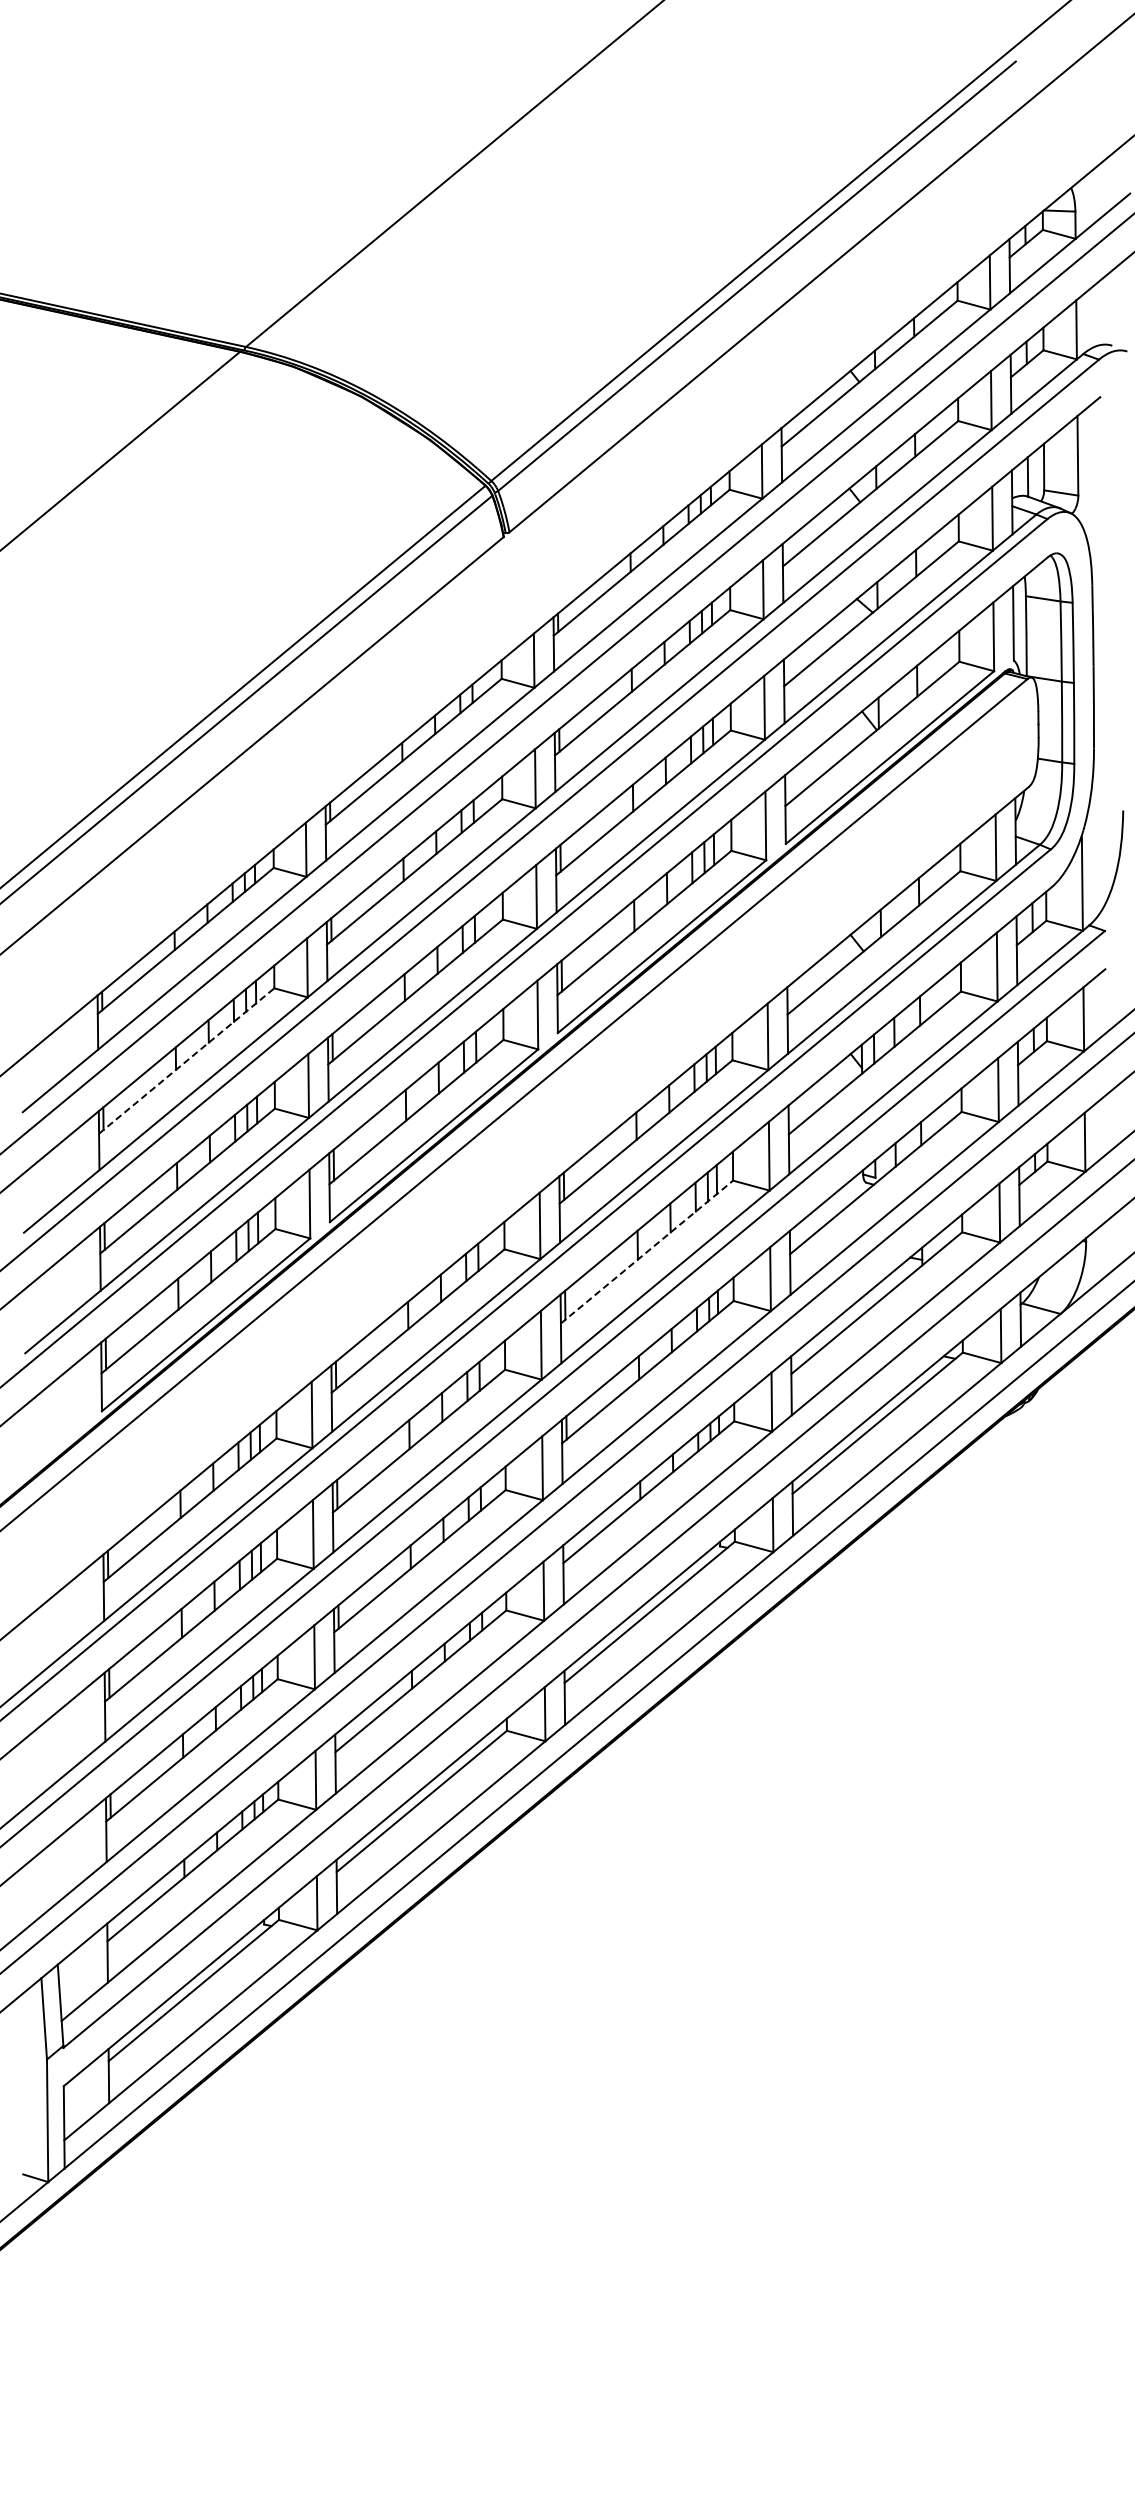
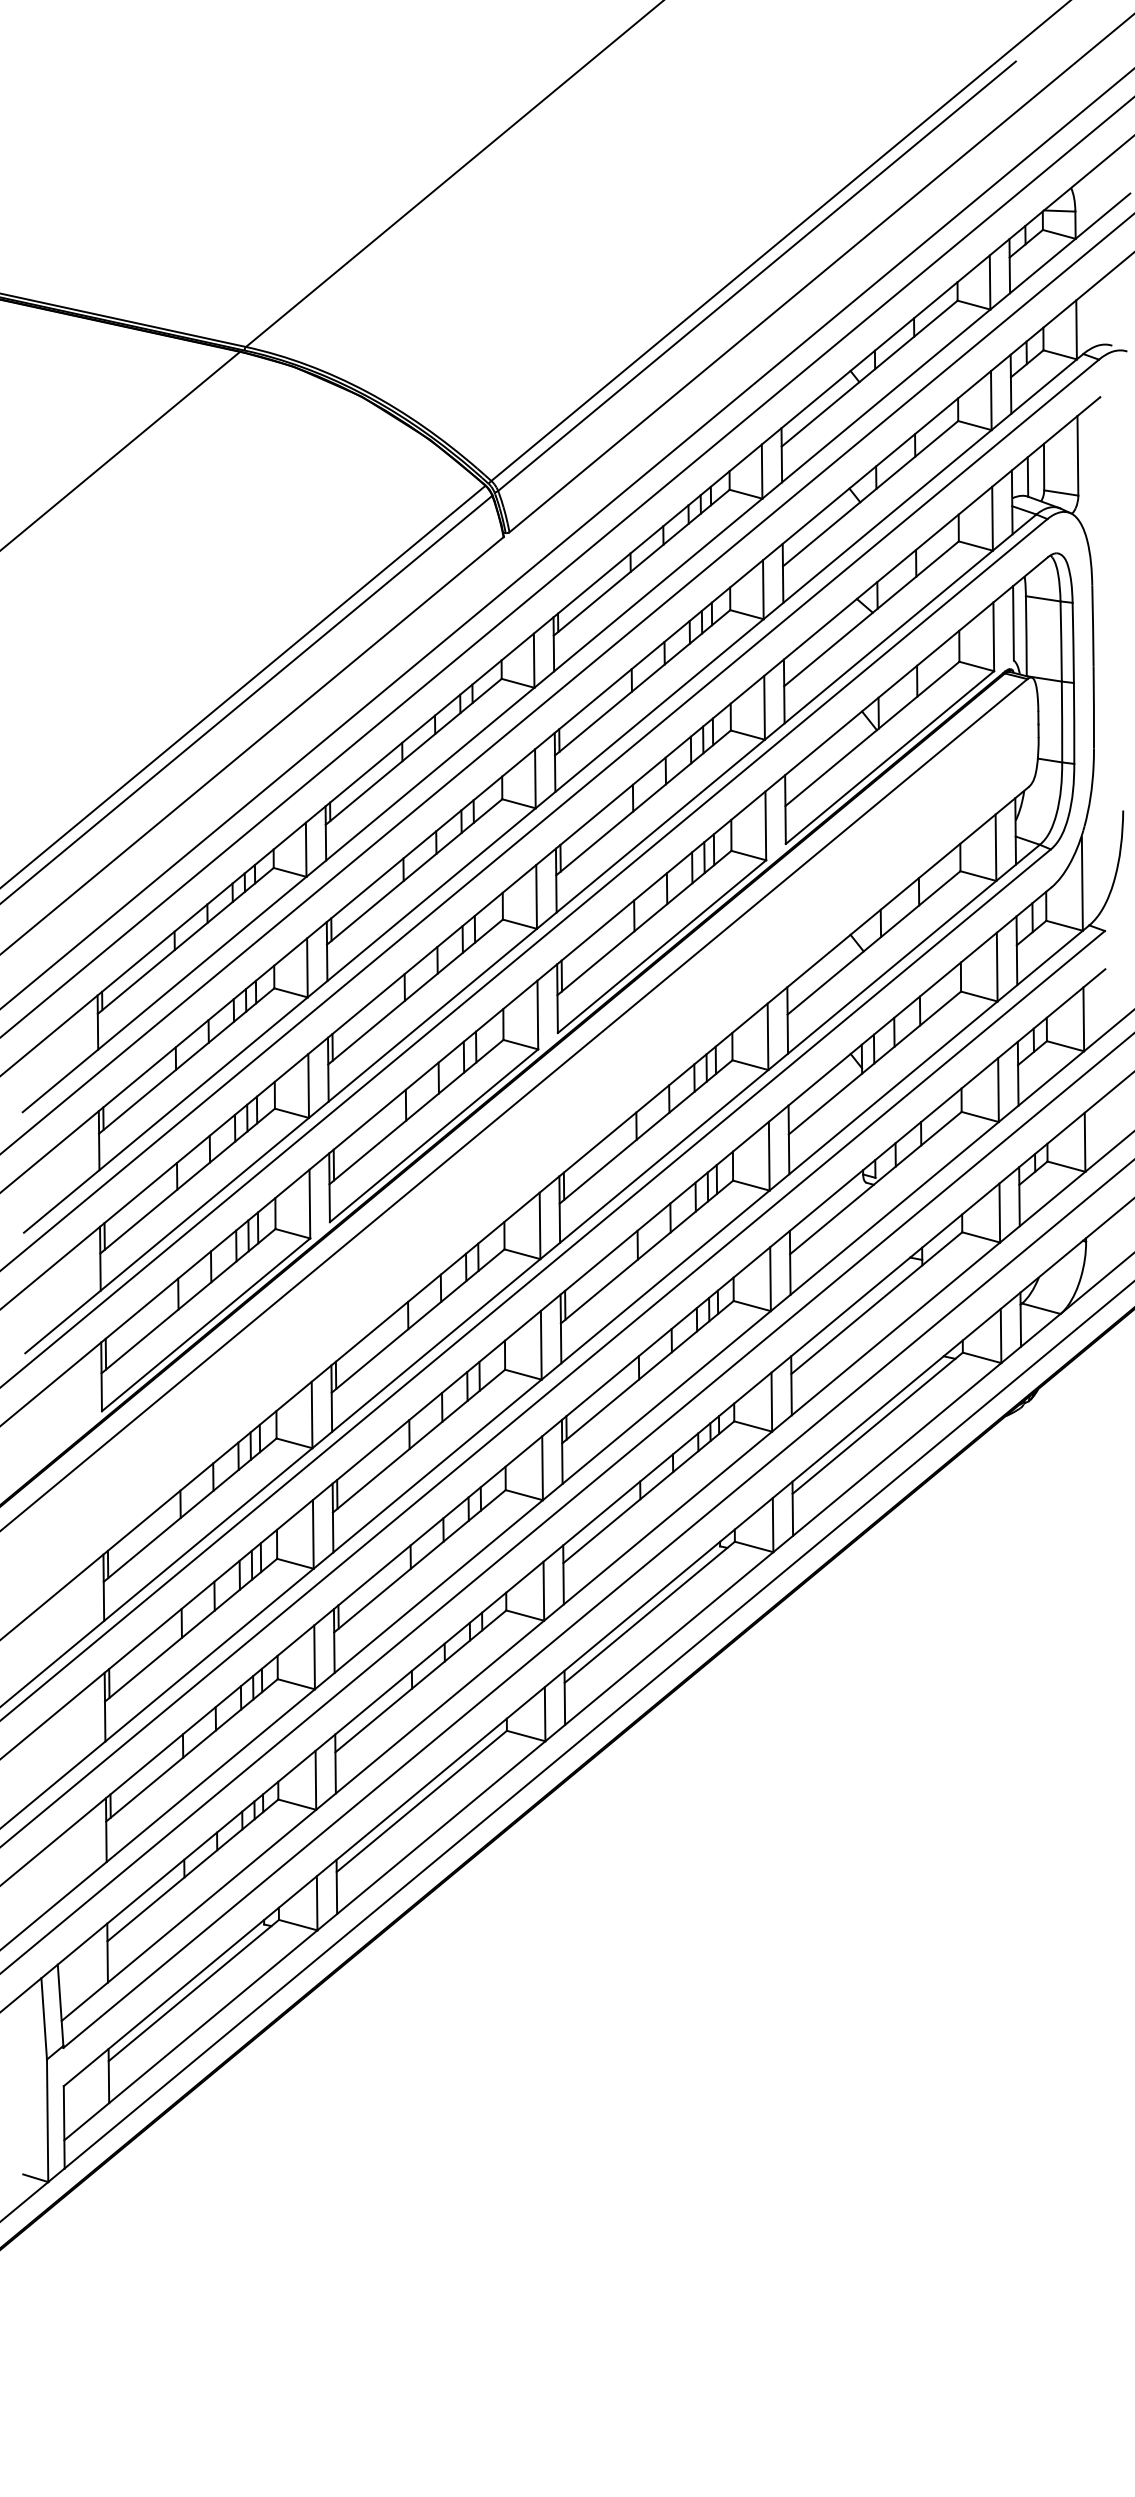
line at (566, 538): none -> present
line at (566, 567): none -> present
line at (186, 1061): dashed -> solid
line at (647, 1252): dashed -> solid
